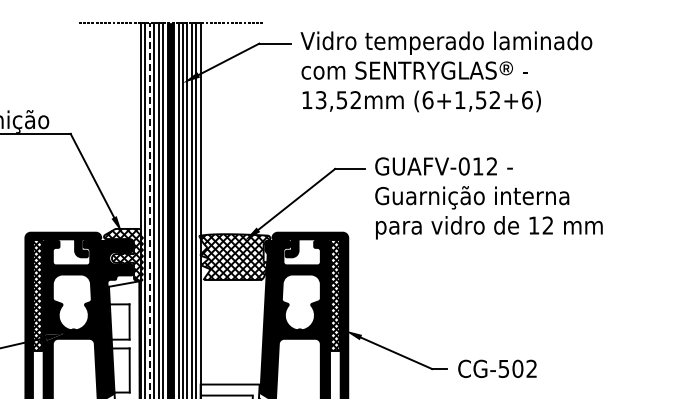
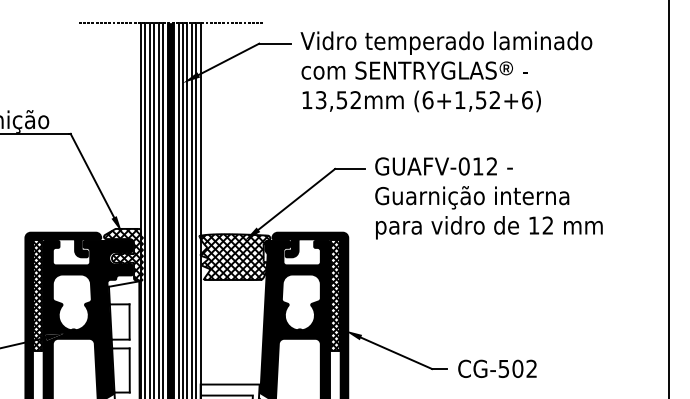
line at (669, 198): none -> present
line at (149, 211): dashed -> solid
